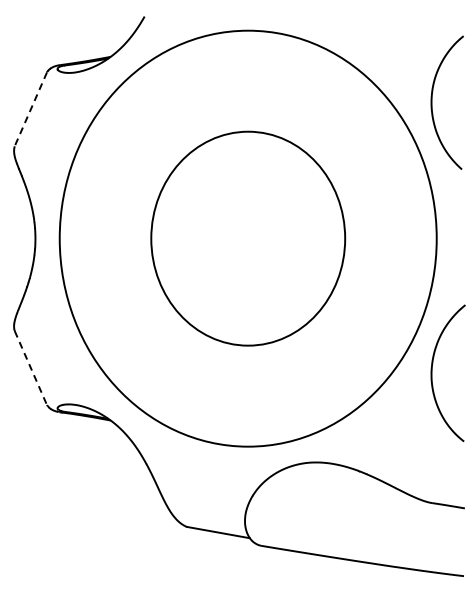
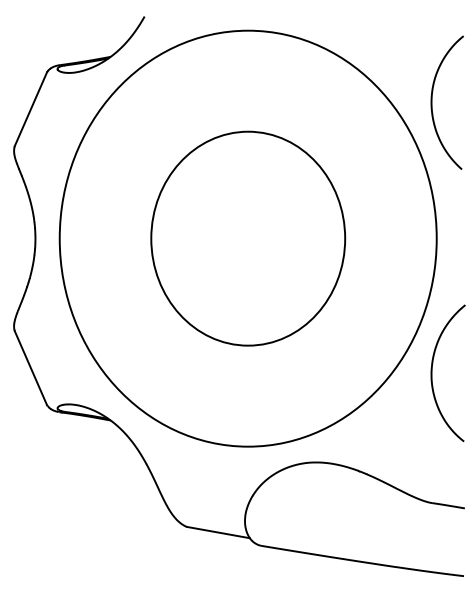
line at (30, 109): dashed -> solid
line at (31, 368): dashed -> solid
